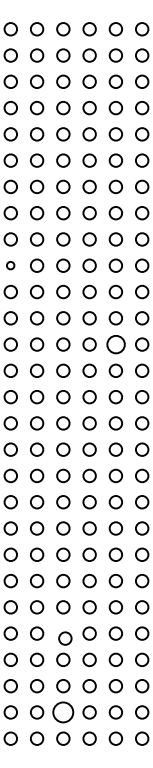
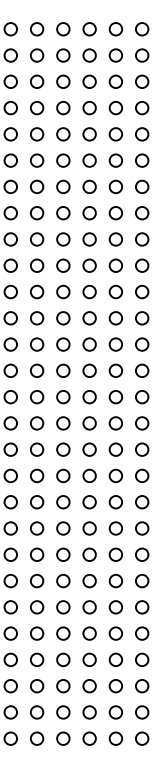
circle at (10, 265) size: 10x10 px -> 15x15 px
circle at (115, 344) size: 20x20 px -> 15x15 px
circle at (65, 638) position: (65, 638) -> (63, 633)
circle at (63, 712) size: 23x23 px -> 15x15 px
